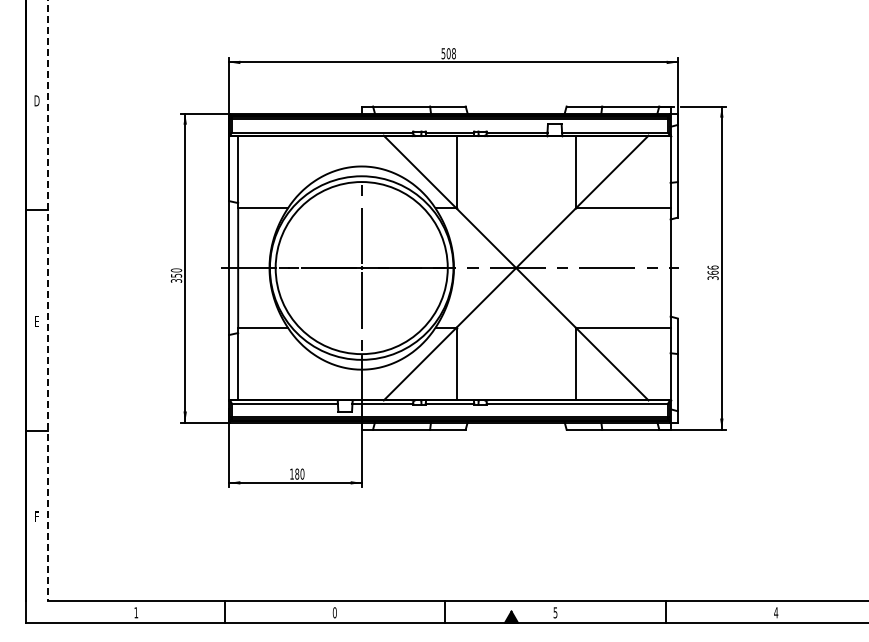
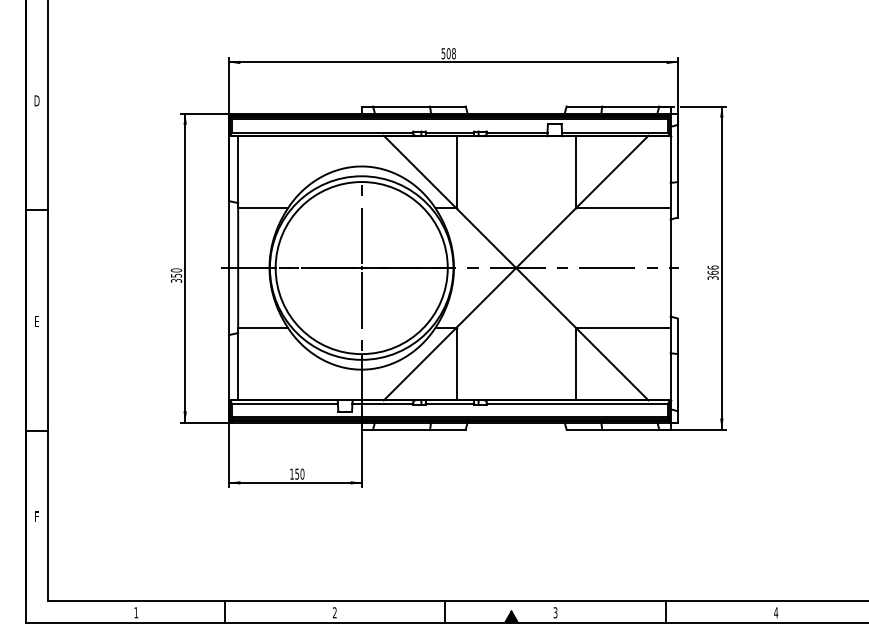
line at (48, 300): dashed -> solid
text at (297, 473): 180 -> 150
text at (555, 611): 5 -> 3
text at (334, 612): 0 -> 2
